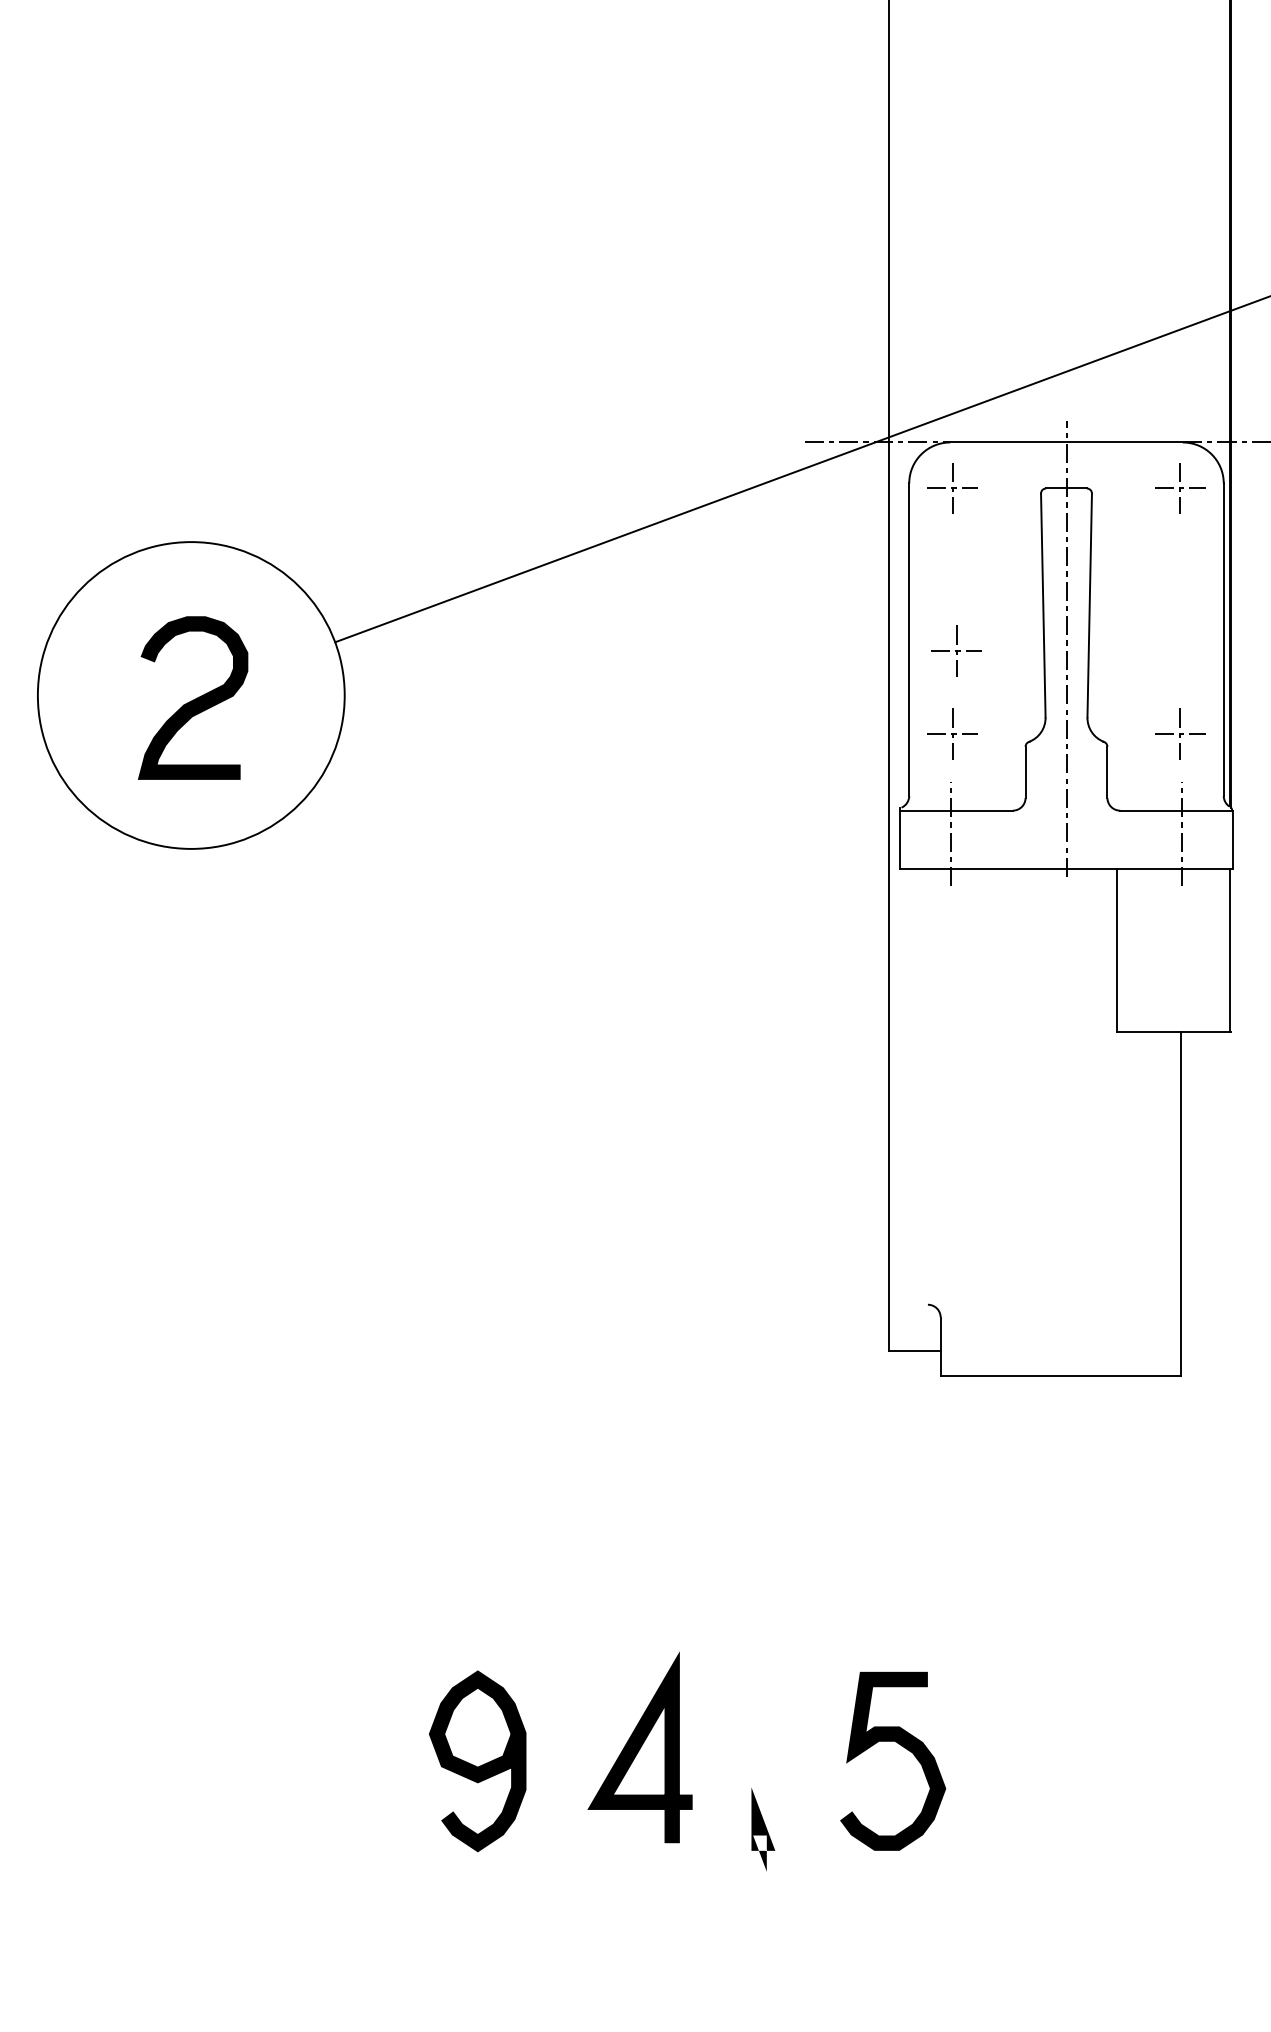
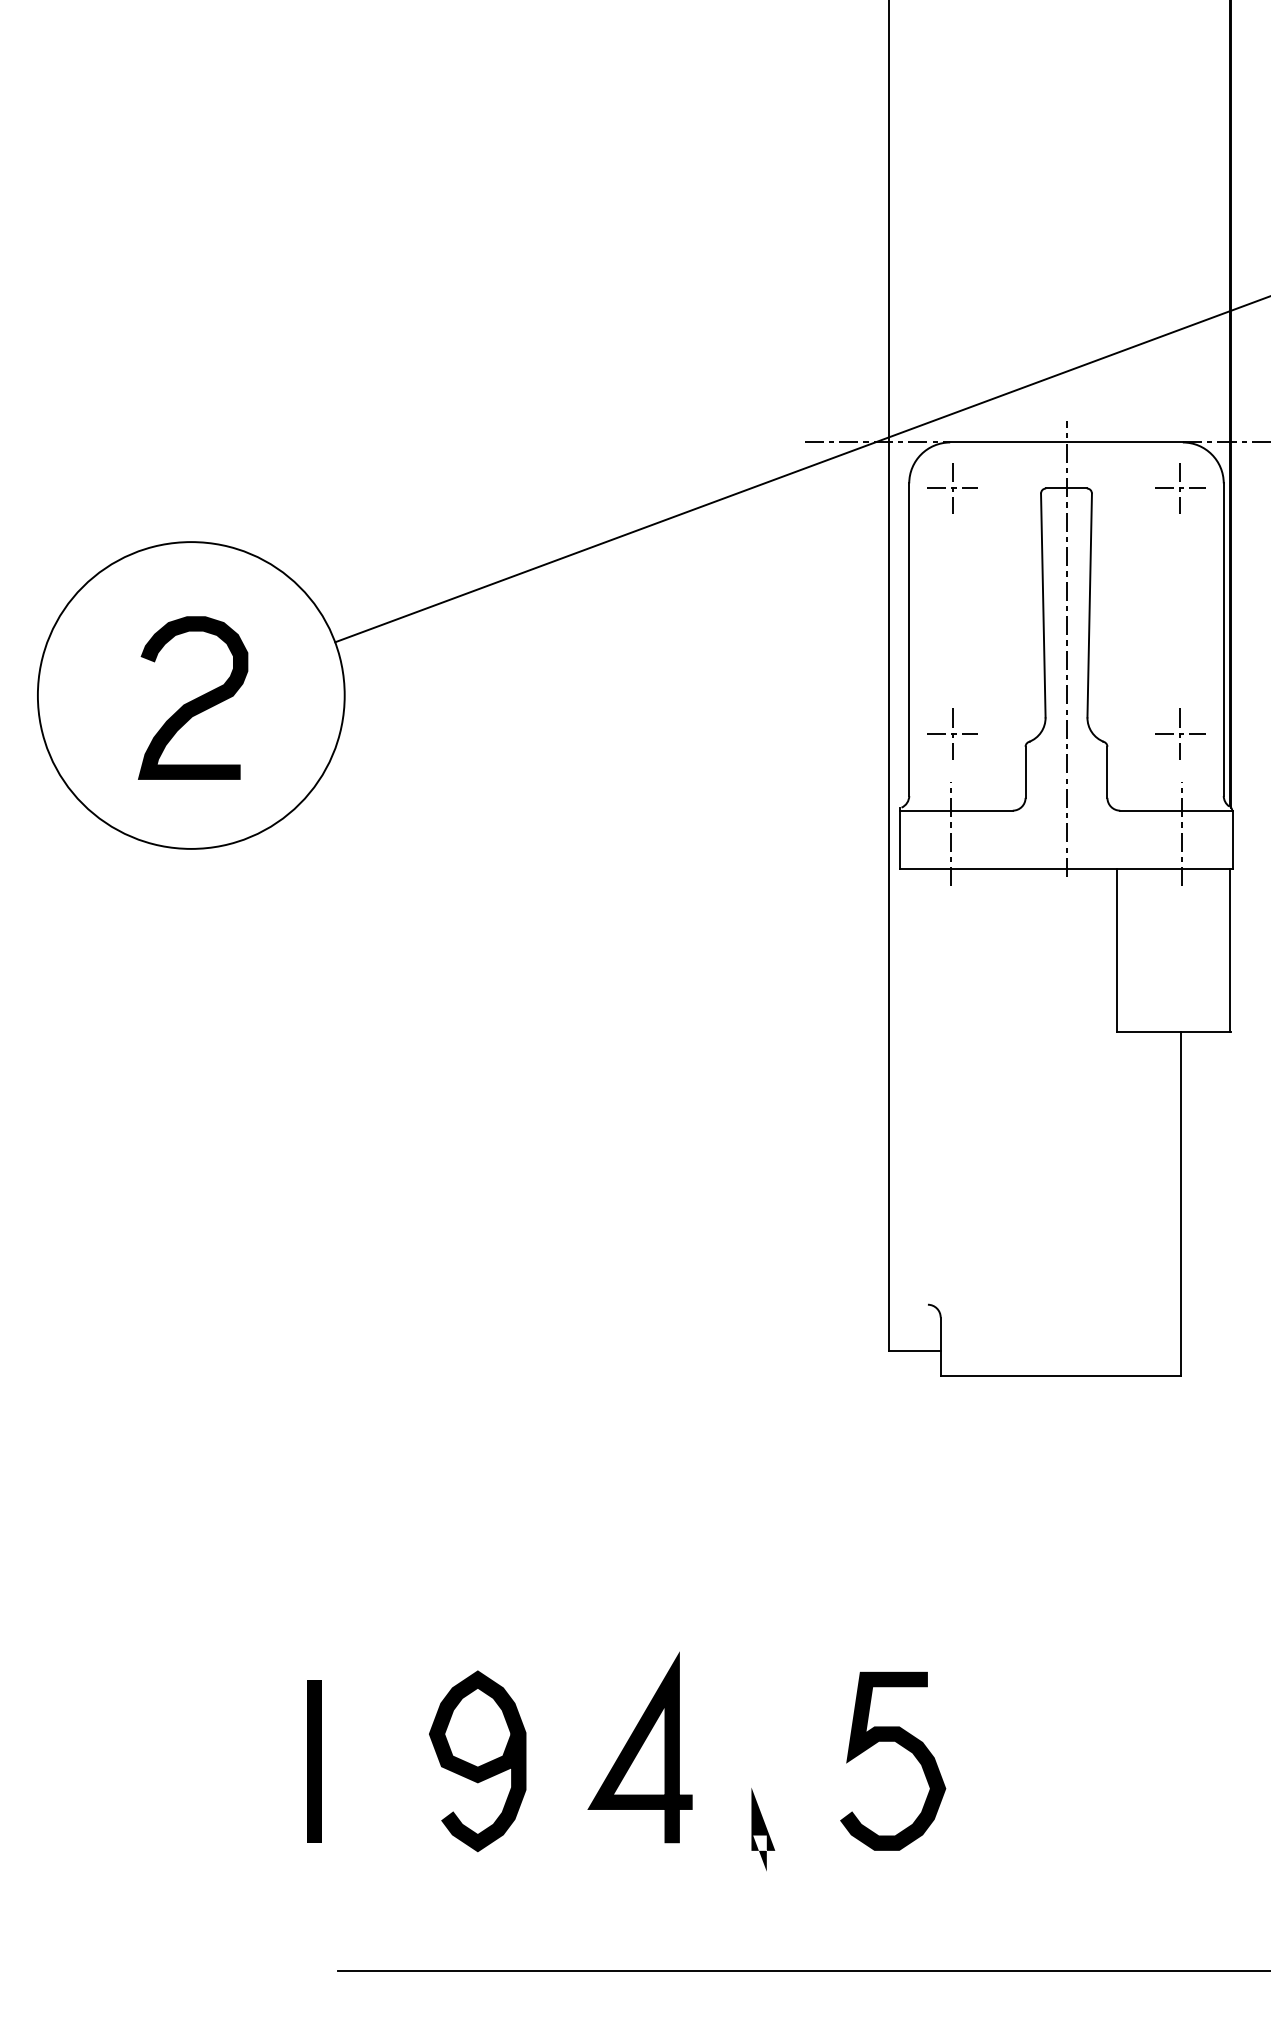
part at (956, 650): present -> none
line at (314, 1761): none -> present
line at (802, 1971): none -> present
